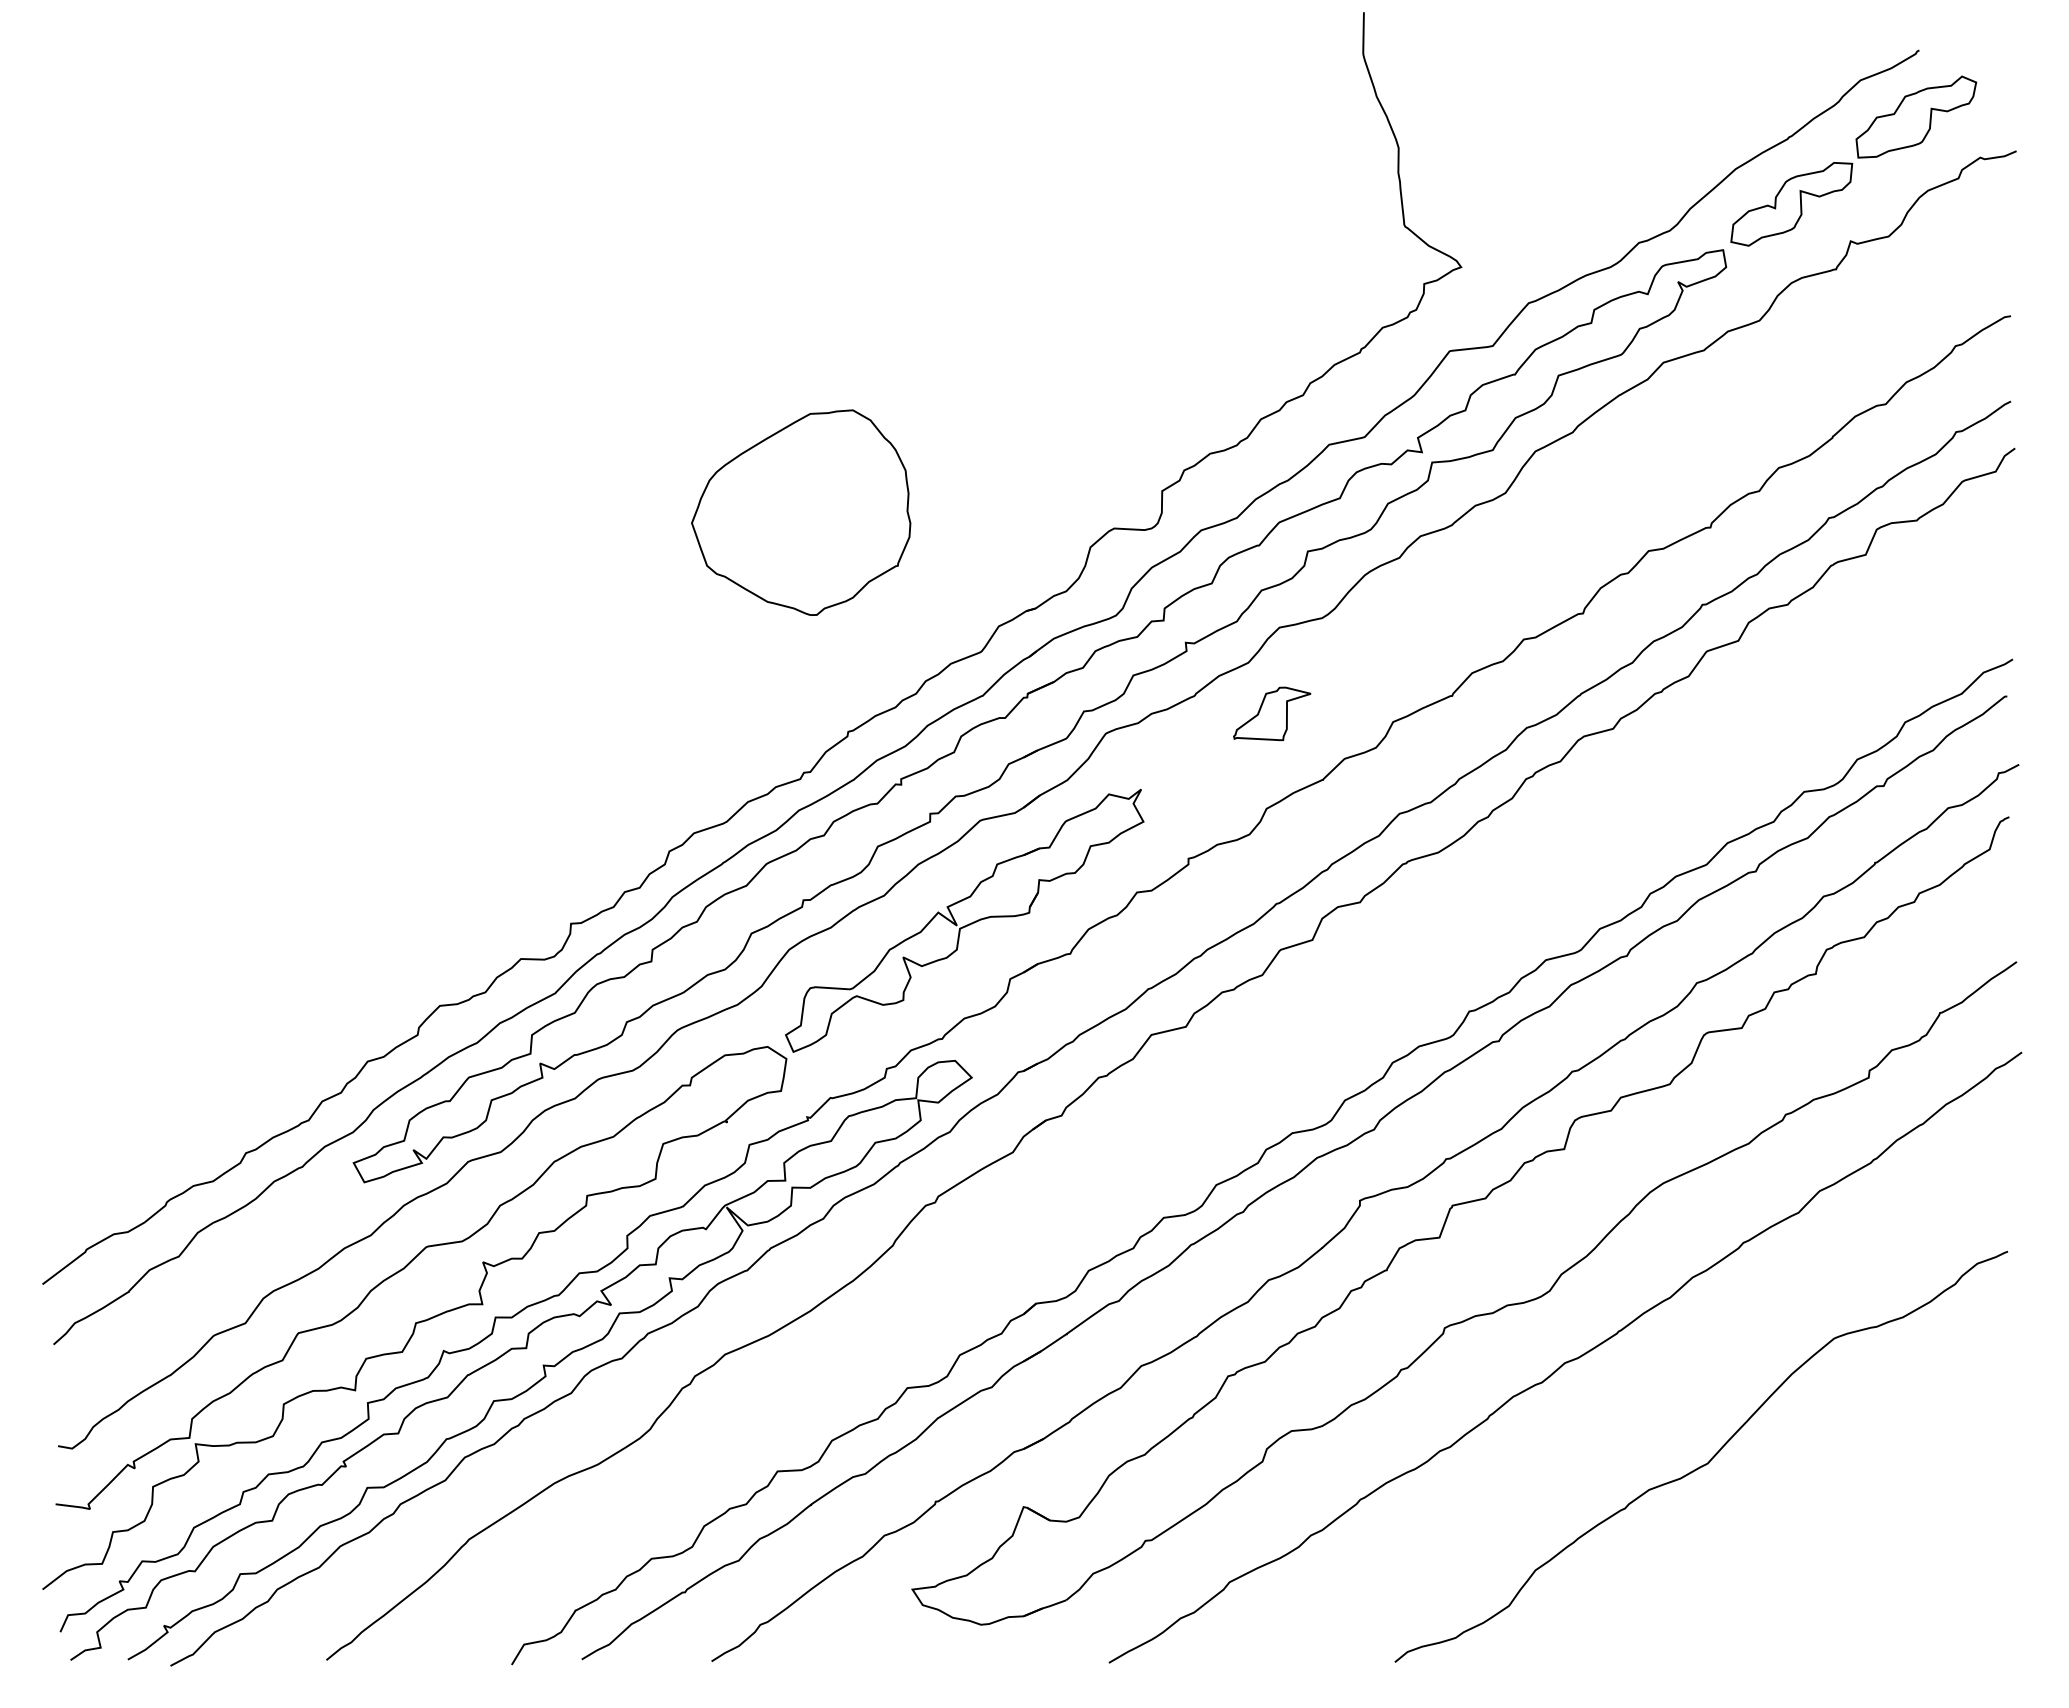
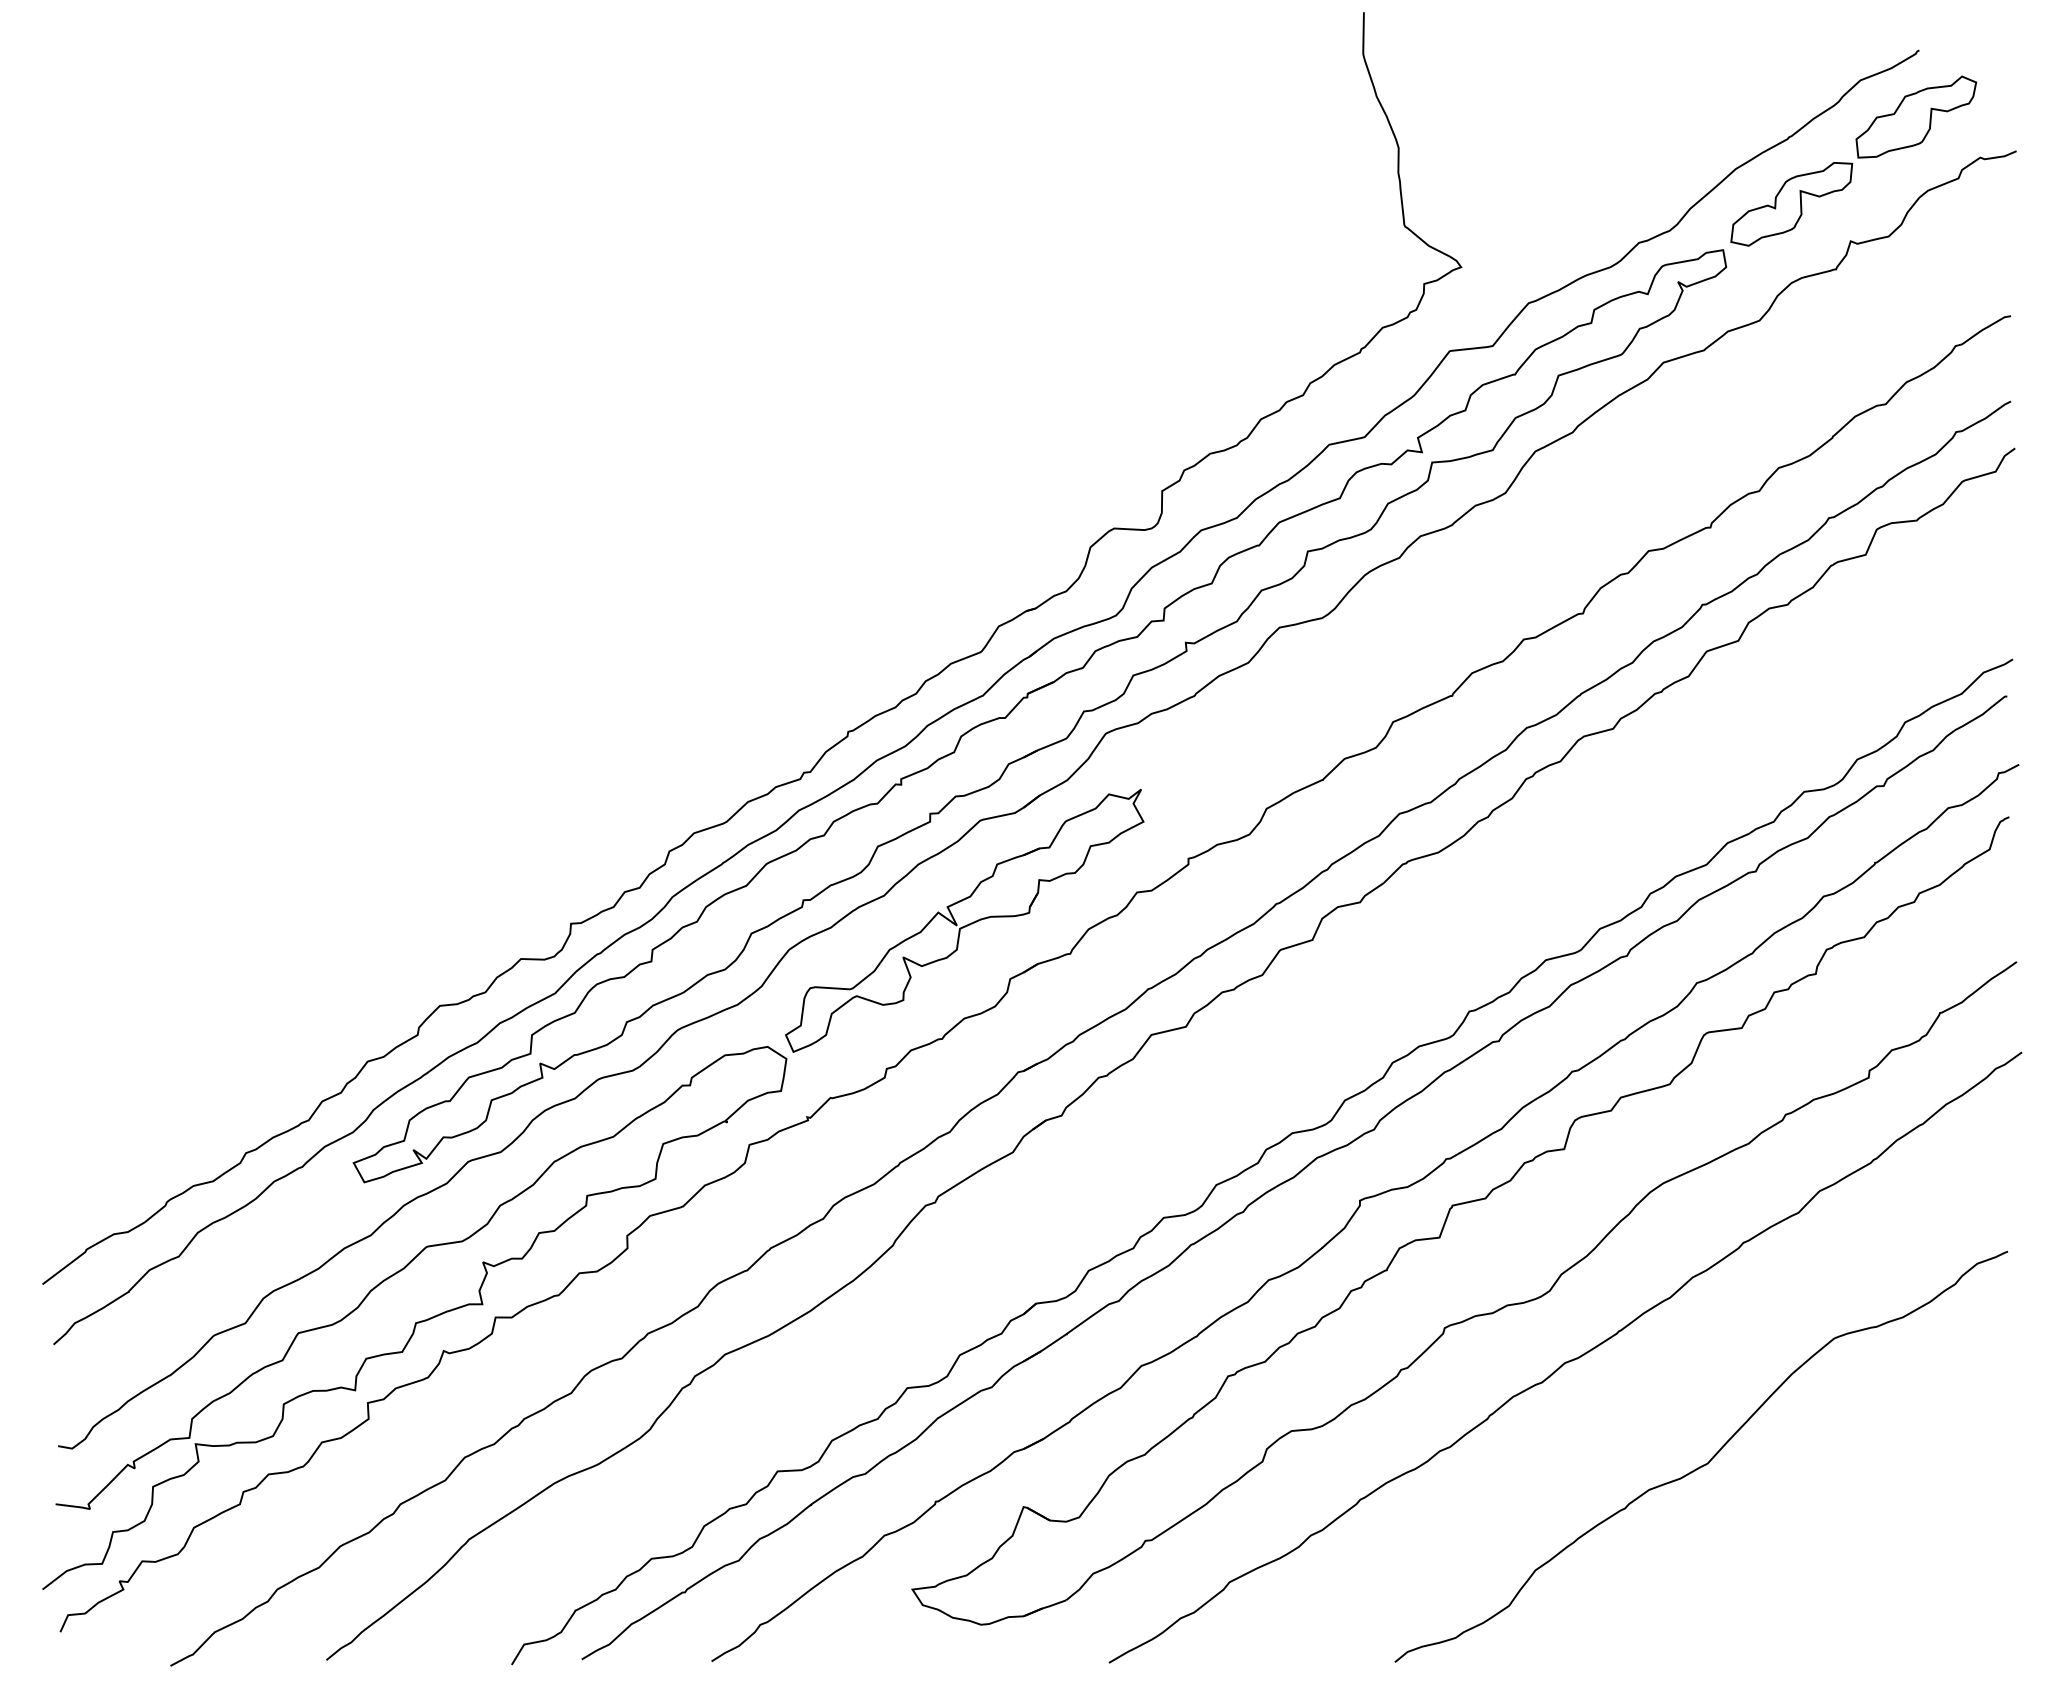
part at (801, 512): present -> none
part at (1272, 713): present -> none
curve at (521, 1349): present -> none
